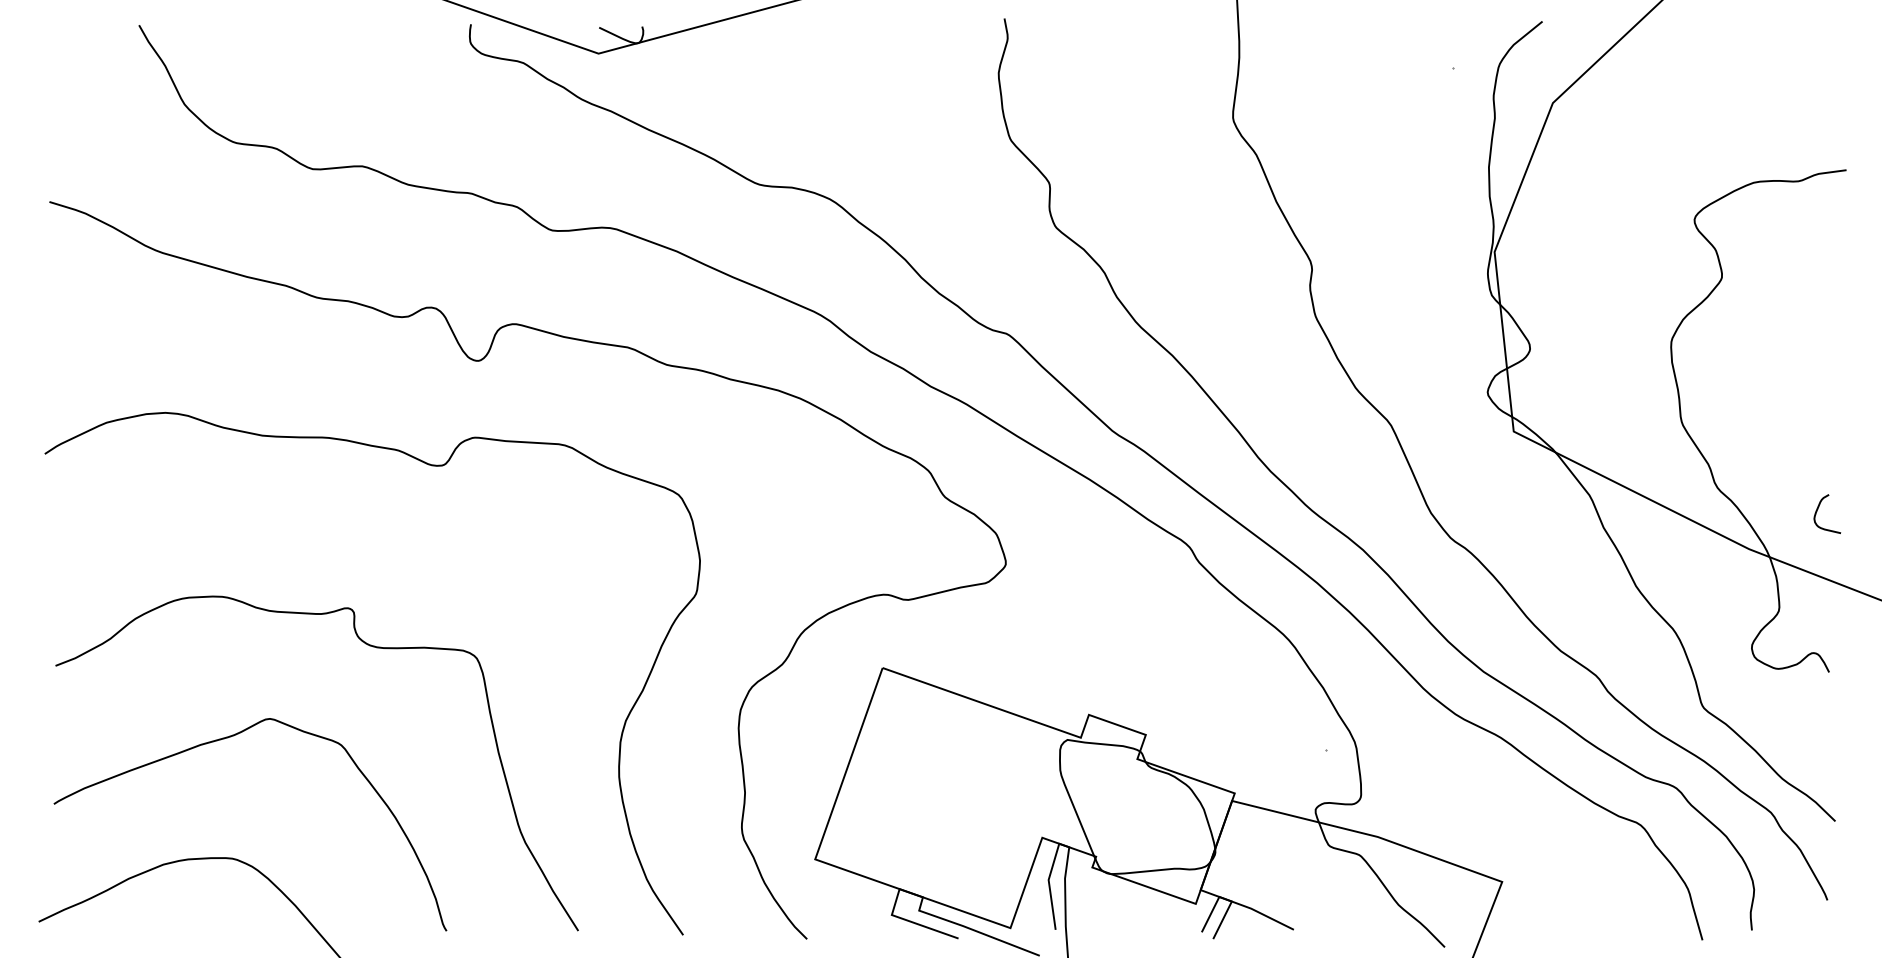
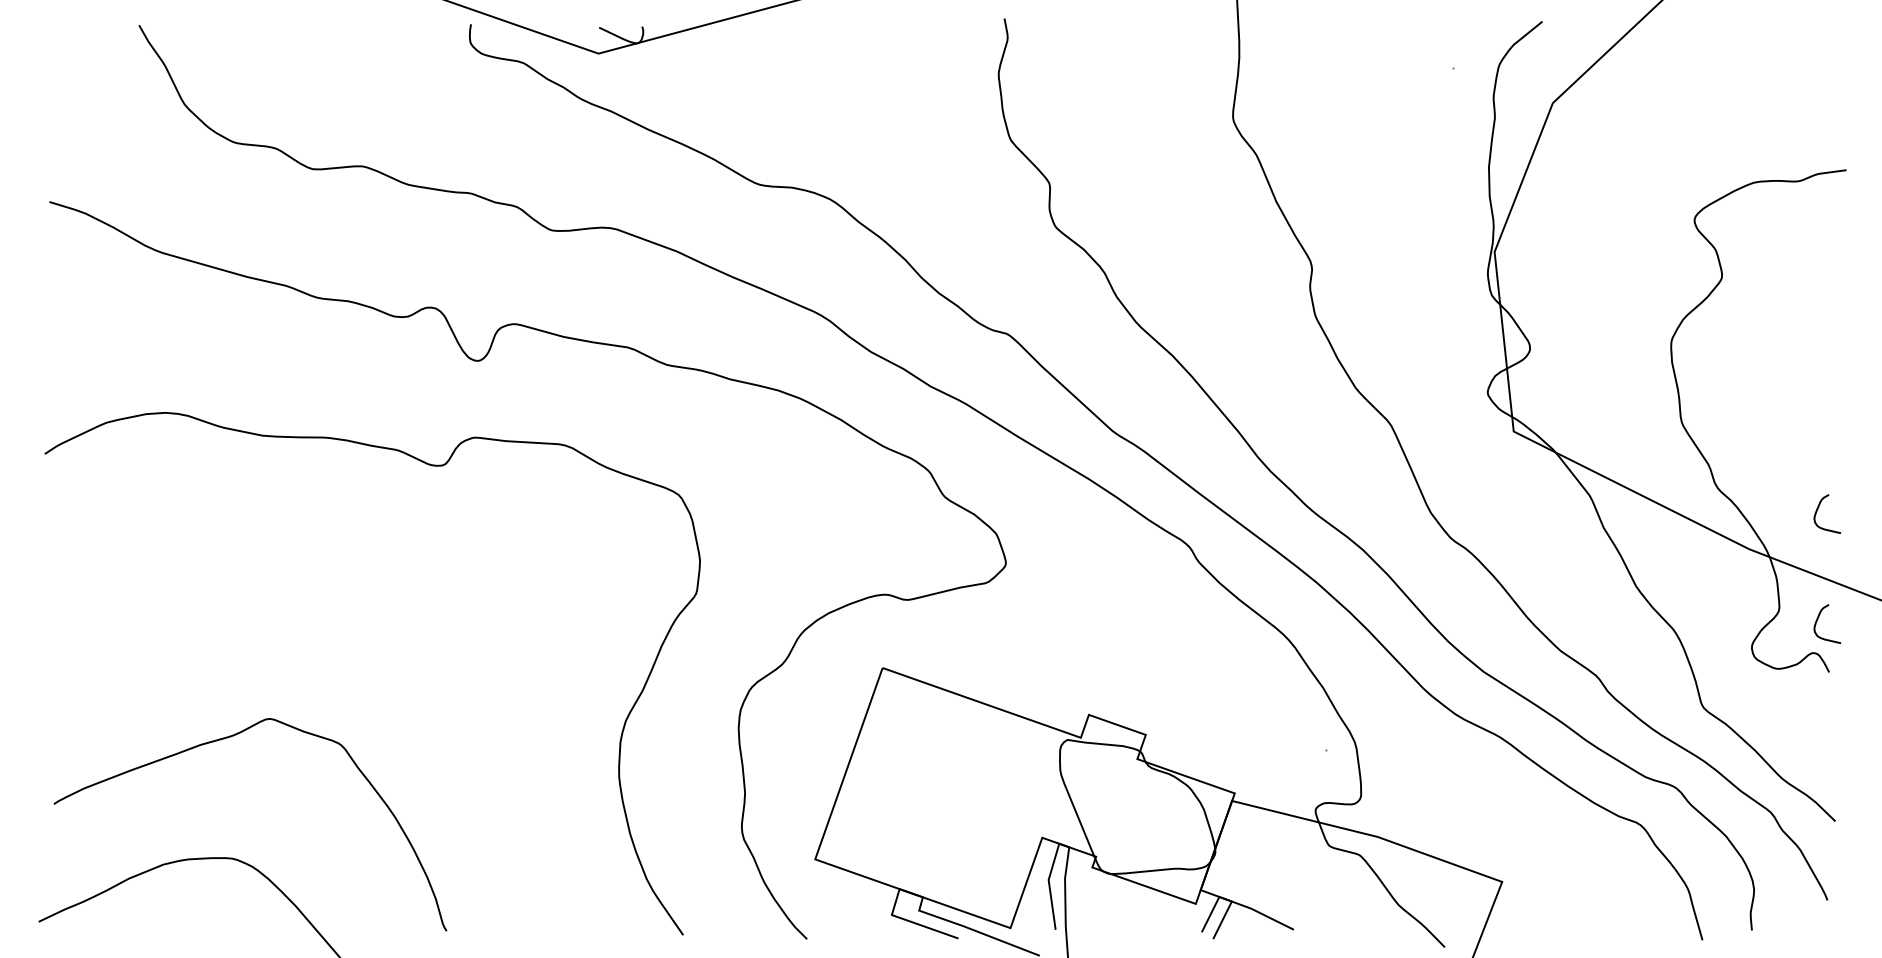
curve at (1818, 619): none -> present
curve at (369, 646): present -> none
